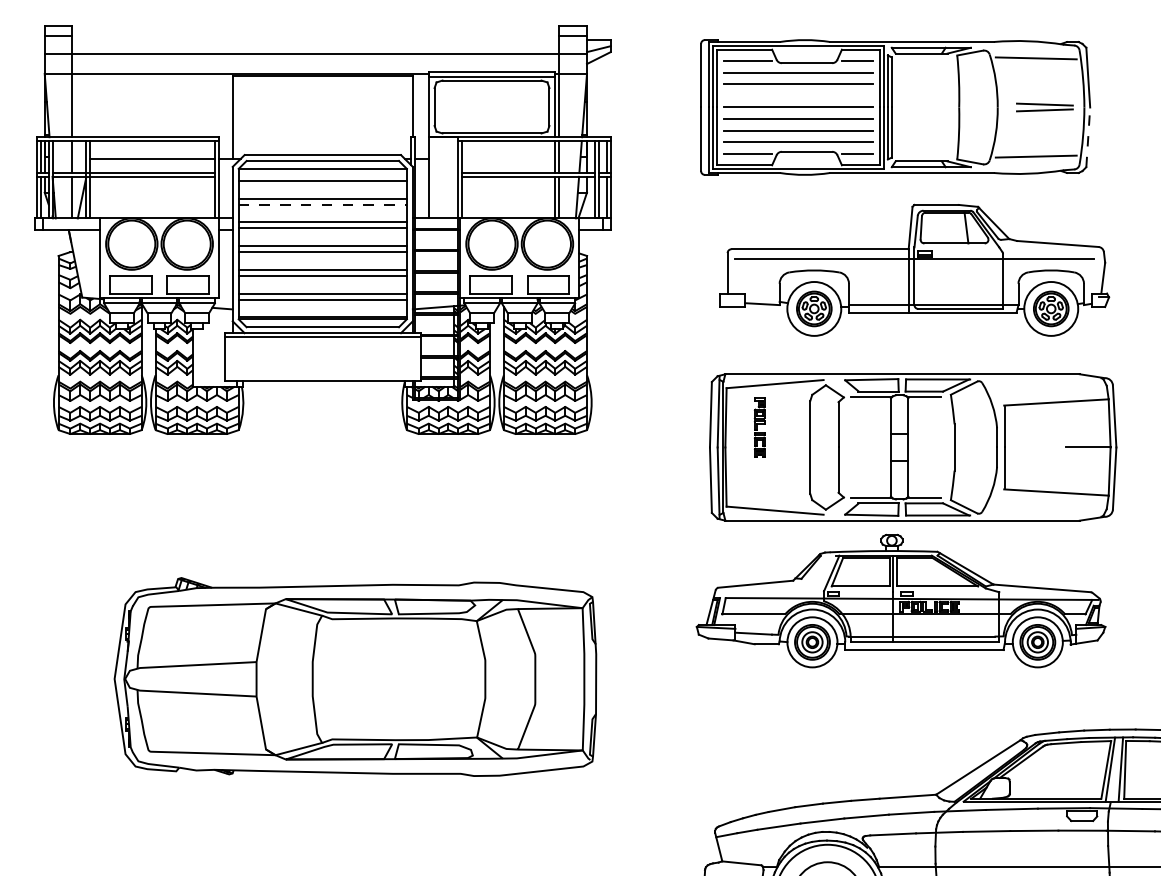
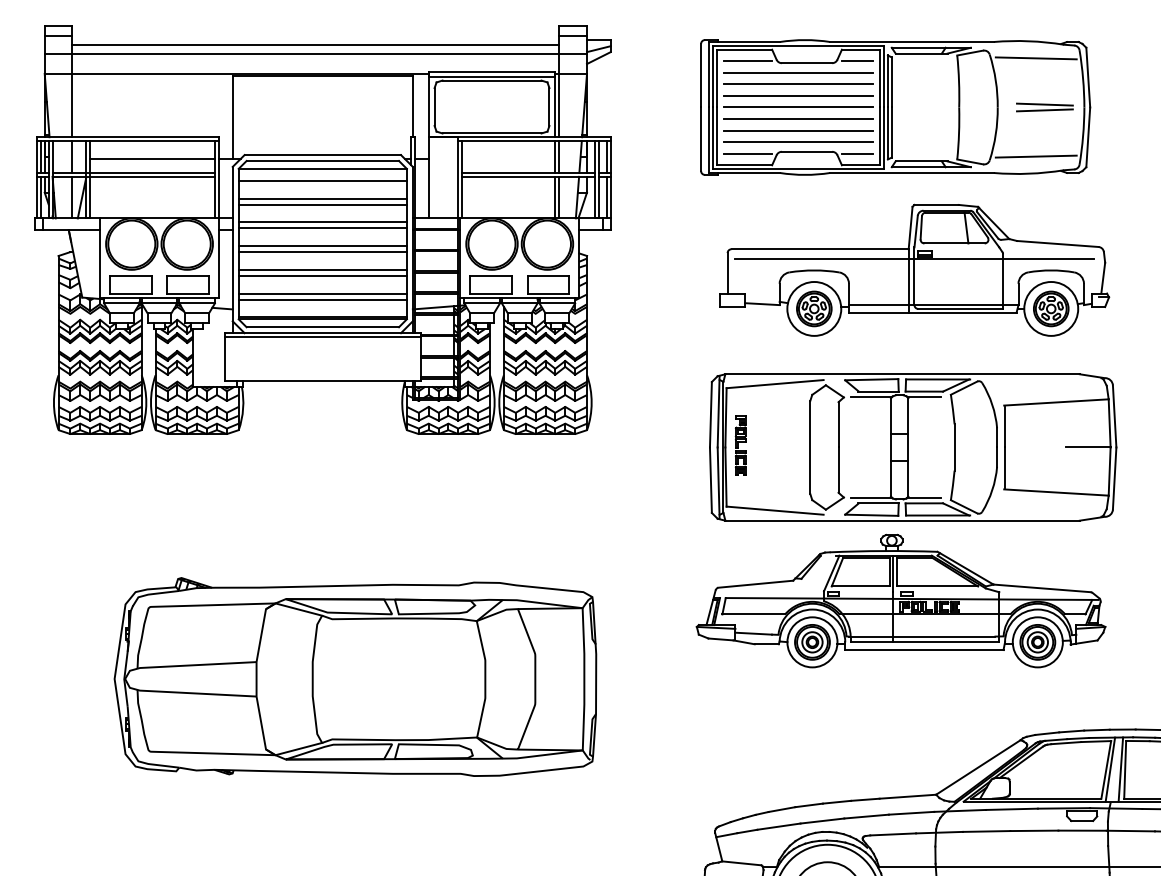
line at (315, 45): none -> present
line at (798, 95): none -> present
line at (1088, 137): dashed -> solid
line at (323, 204): dashed -> solid
part at (759, 427) position: (759, 427) -> (740, 445)
